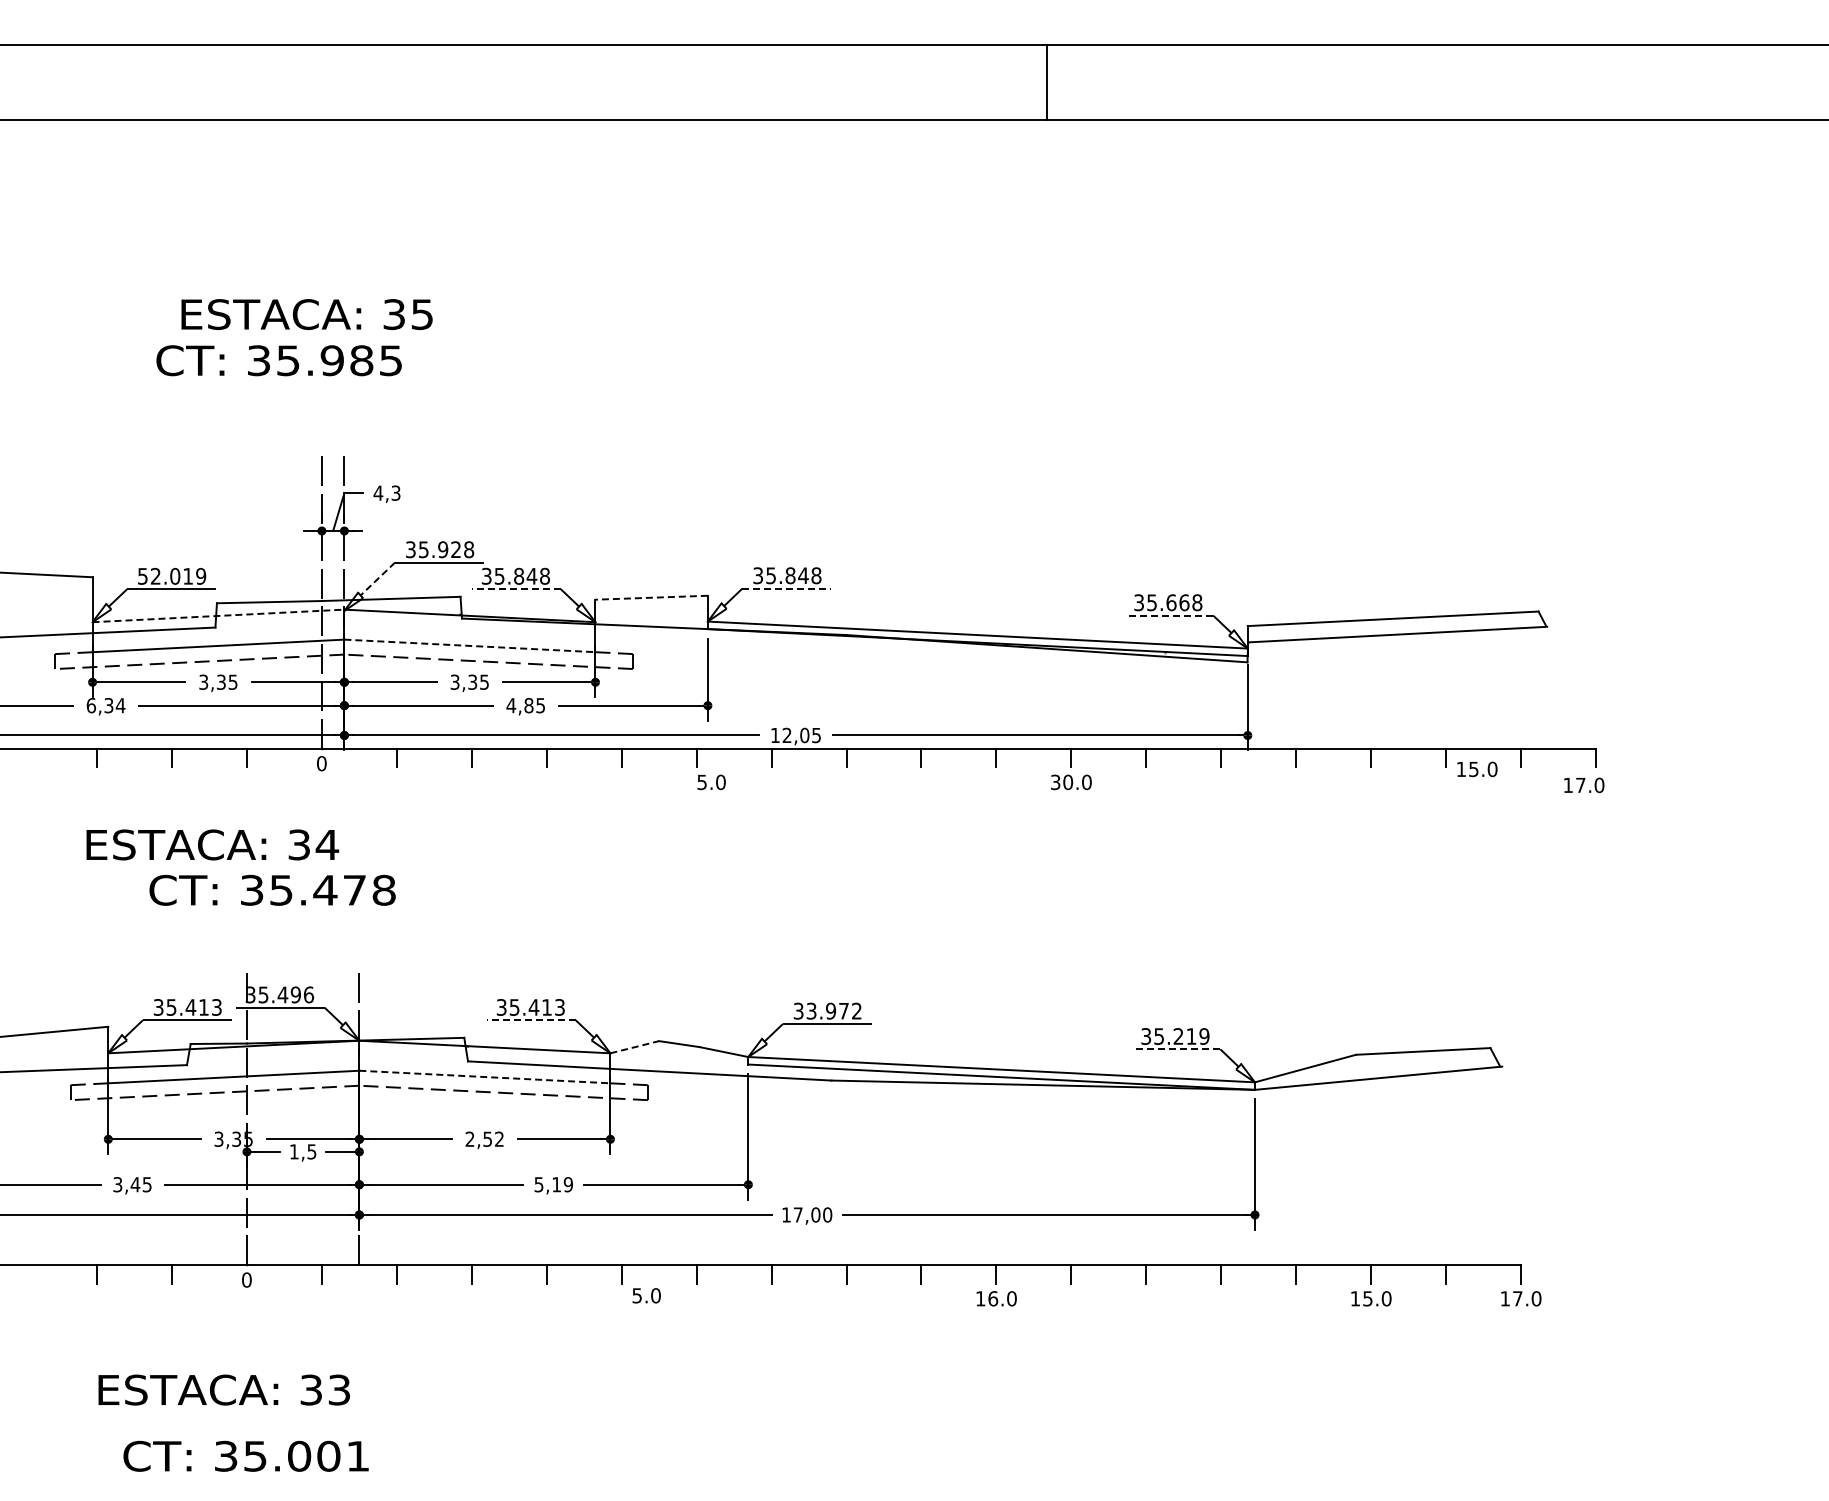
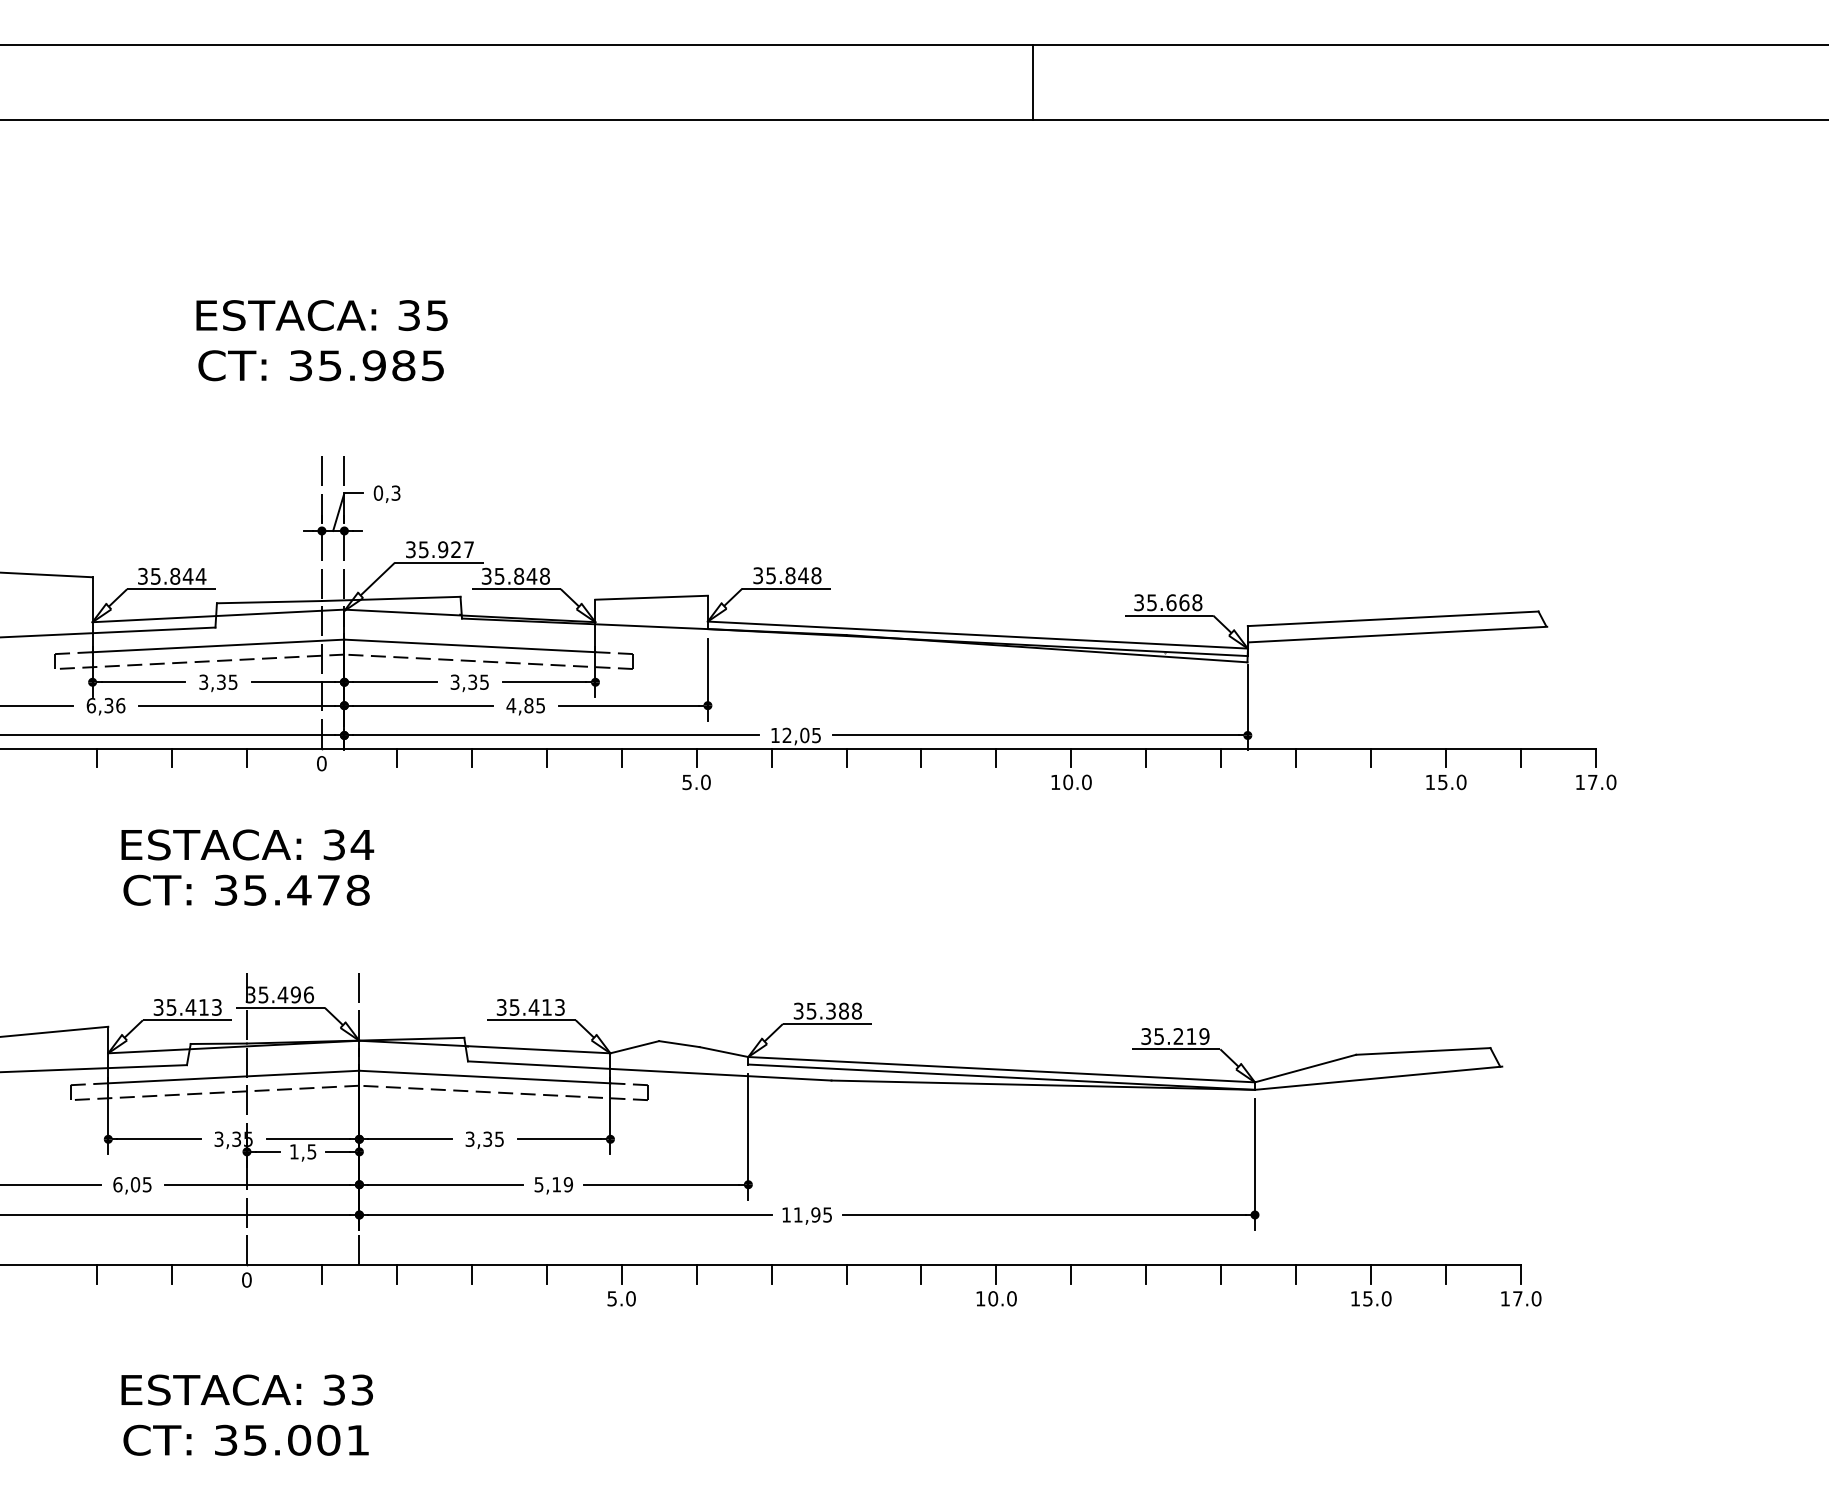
line at (1046, 82) position: (1046, 82) -> (1032, 82)
text at (306, 314) position: (306, 314) -> (321, 315)
text at (278, 360) position: (278, 360) -> (320, 365)
text at (378, 492): 4,3 -> 0,3
text at (469, 549): 35.928 -> 35.927
text at (172, 575): 52.019 -> 35.844
line at (377, 579): dashed -> solid
line at (787, 588): dashed -> solid
line at (515, 589): dashed -> solid
line at (651, 597): dashed -> solid
line at (218, 615): dashed -> solid
line at (1168, 615): dashed -> solid
line at (469, 645): dashed -> solid
text at (120, 705): 6,34 -> 6,36
text at (1477, 769) position: (1477, 769) -> (1446, 782)
text at (711, 782) position: (711, 782) -> (696, 782)
text at (1055, 782): 30.0 -> 10.0
text at (1584, 785) position: (1584, 785) -> (1596, 782)
text at (212, 844) position: (212, 844) -> (247, 844)
text at (272, 889) position: (272, 889) -> (246, 889)
text at (834, 1010): 33.972 -> 35.388
line at (530, 1020): dashed -> solid
line at (635, 1047): dashed -> solid
line at (1175, 1049): dashed -> solid
line at (484, 1077): dashed -> solid
text at (484, 1138): 2,52 -> 3,35
text at (126, 1184): 3,45 -> 6,05
text at (813, 1214): 17,00 -> 11,95
text at (646, 1295) position: (646, 1295) -> (621, 1298)
text at (993, 1298): 16.0 -> 10.0
text at (223, 1389) position: (223, 1389) -> (246, 1389)
text at (245, 1455) position: (245, 1455) -> (245, 1439)
